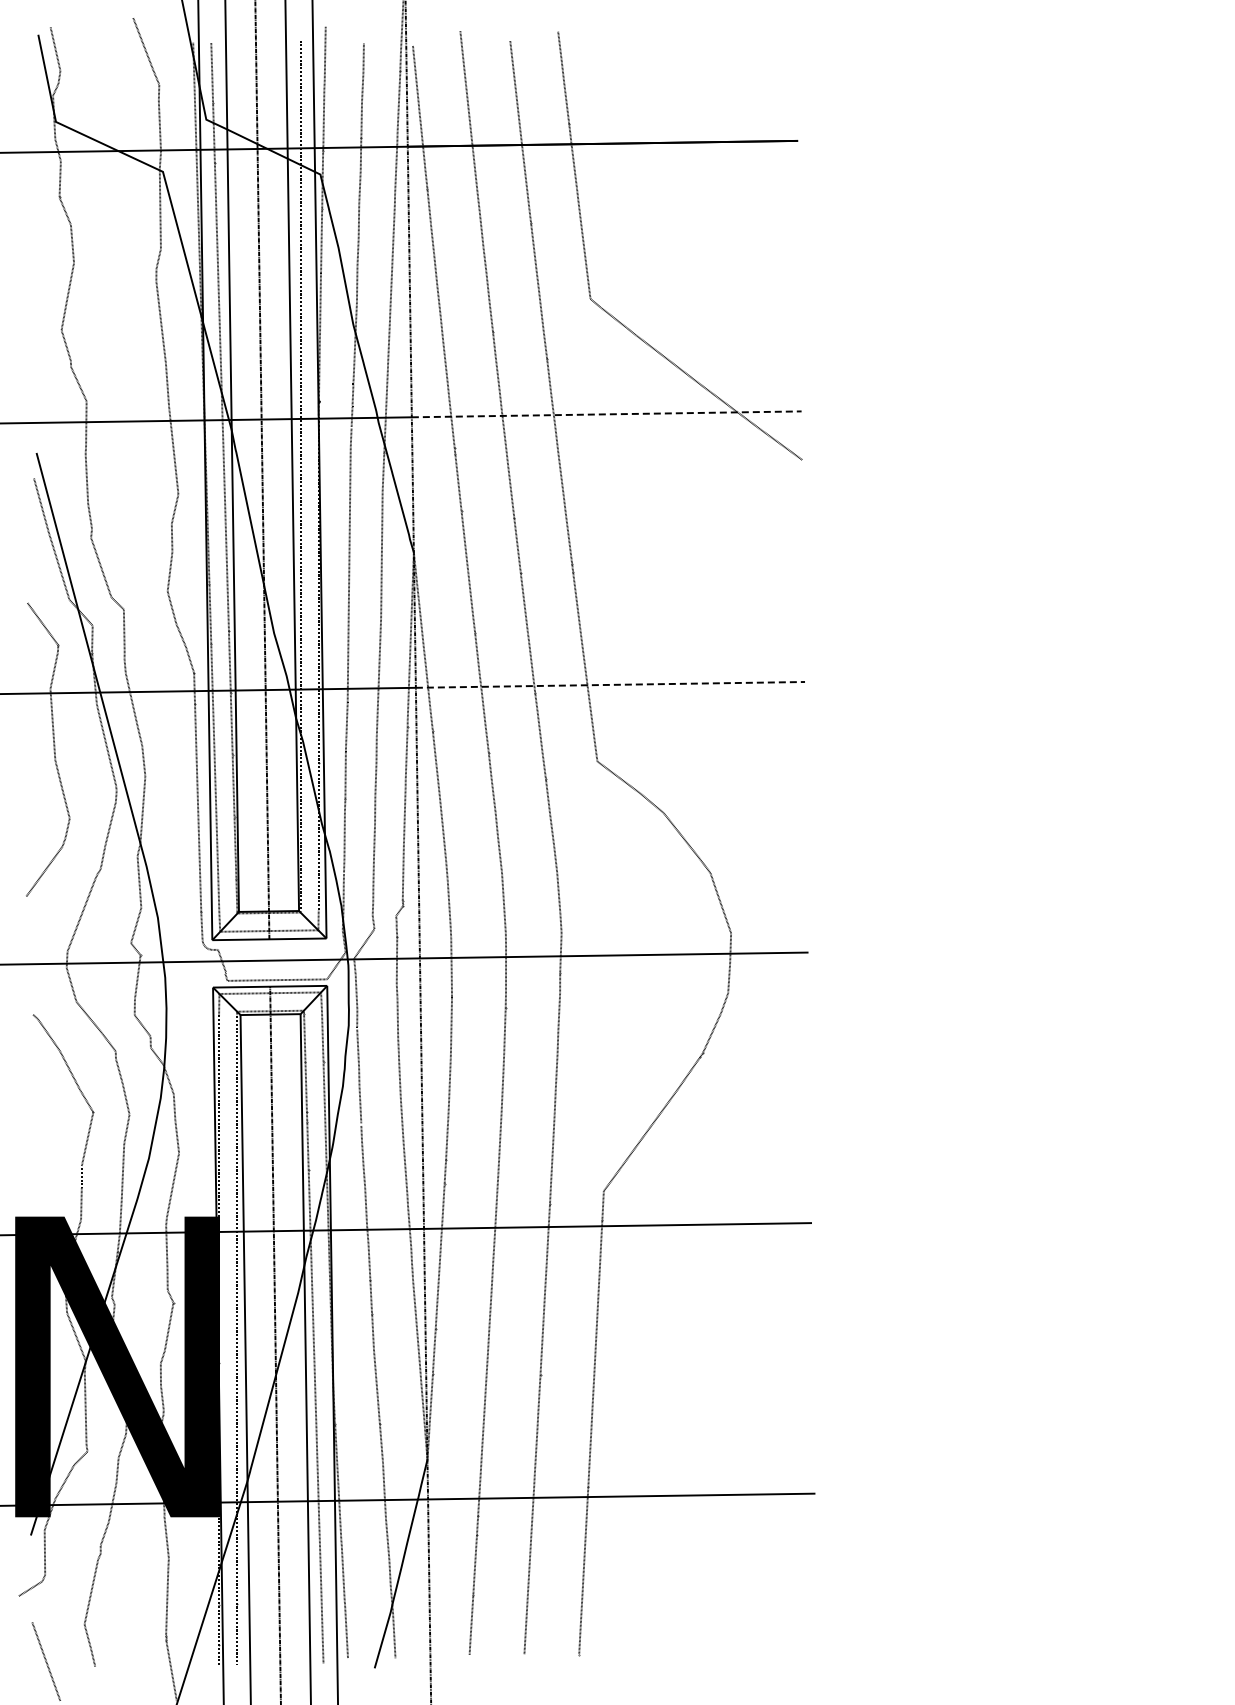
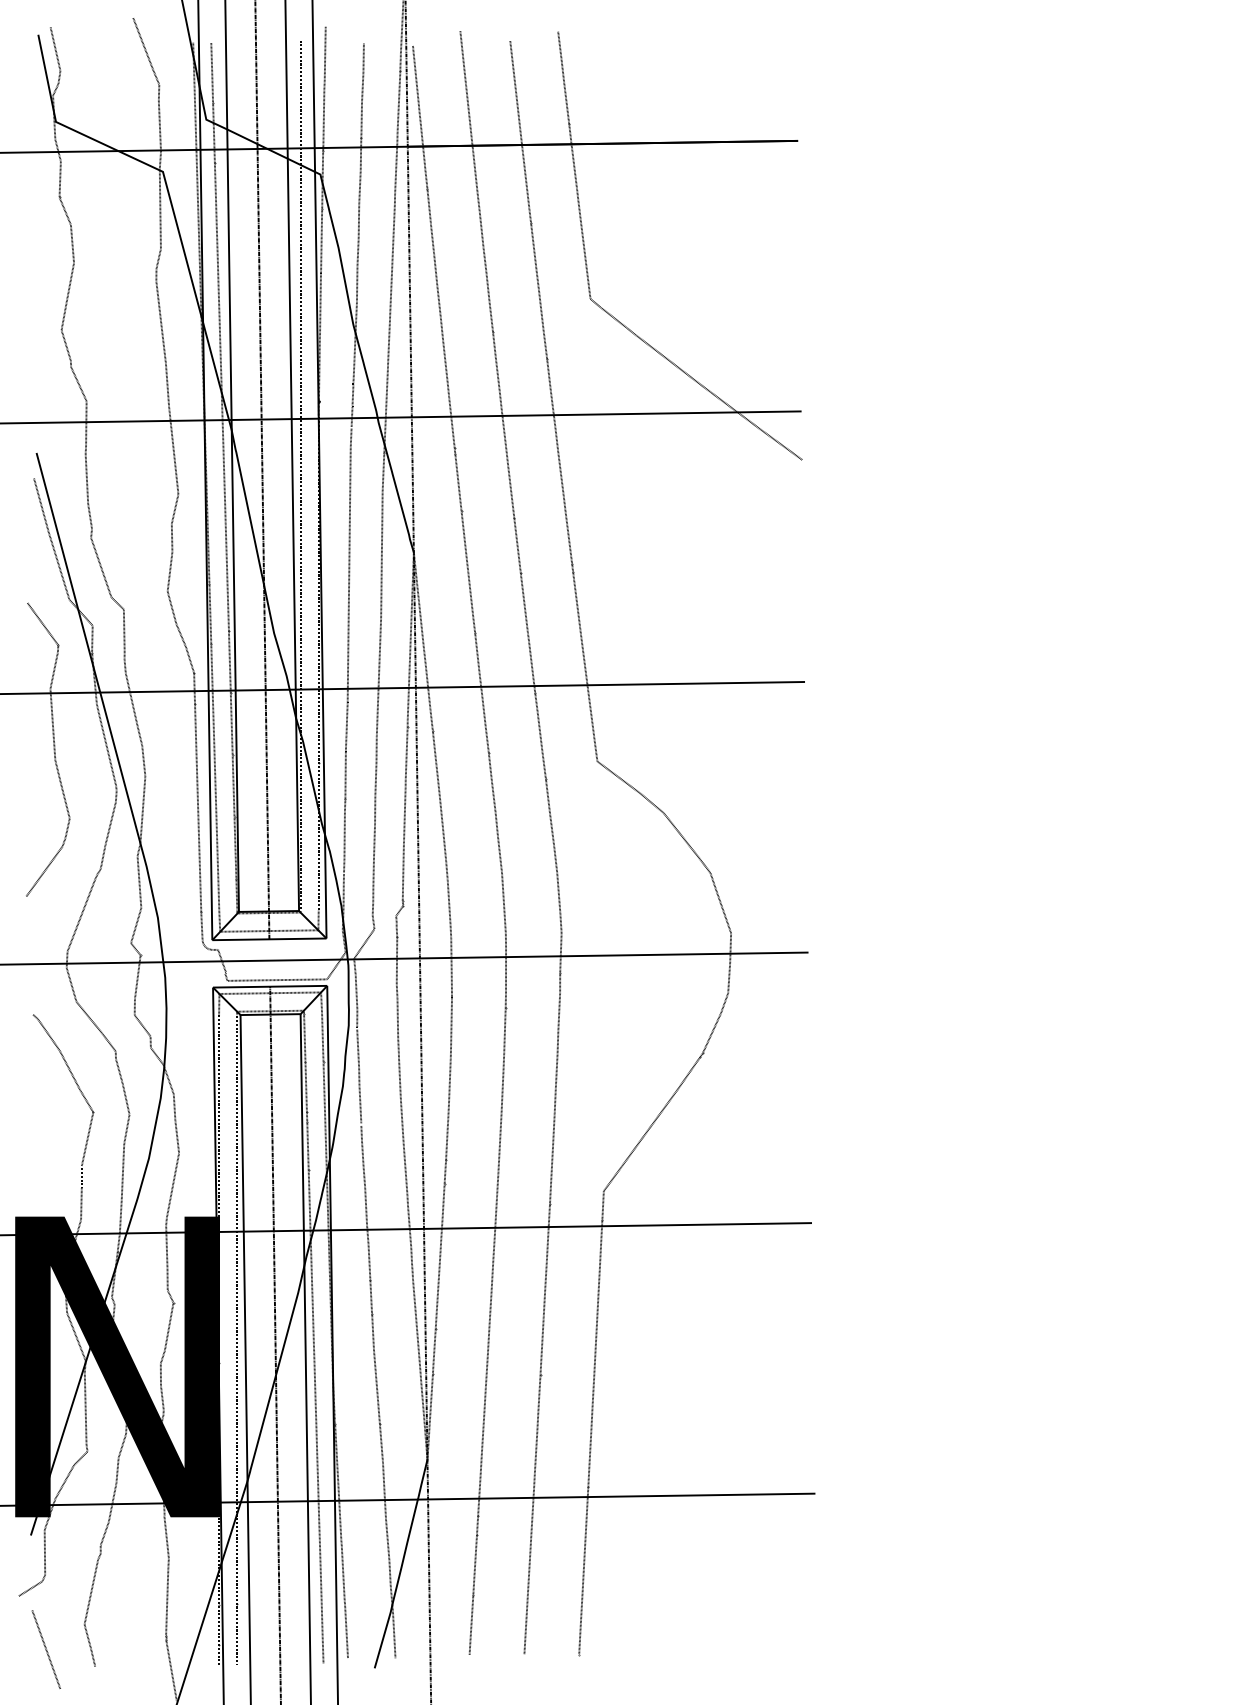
line at (606, 414): dashed -> solid
line at (610, 684): dashed -> solid
line at (45, 1661) position: (45, 1661) -> (45, 1649)
